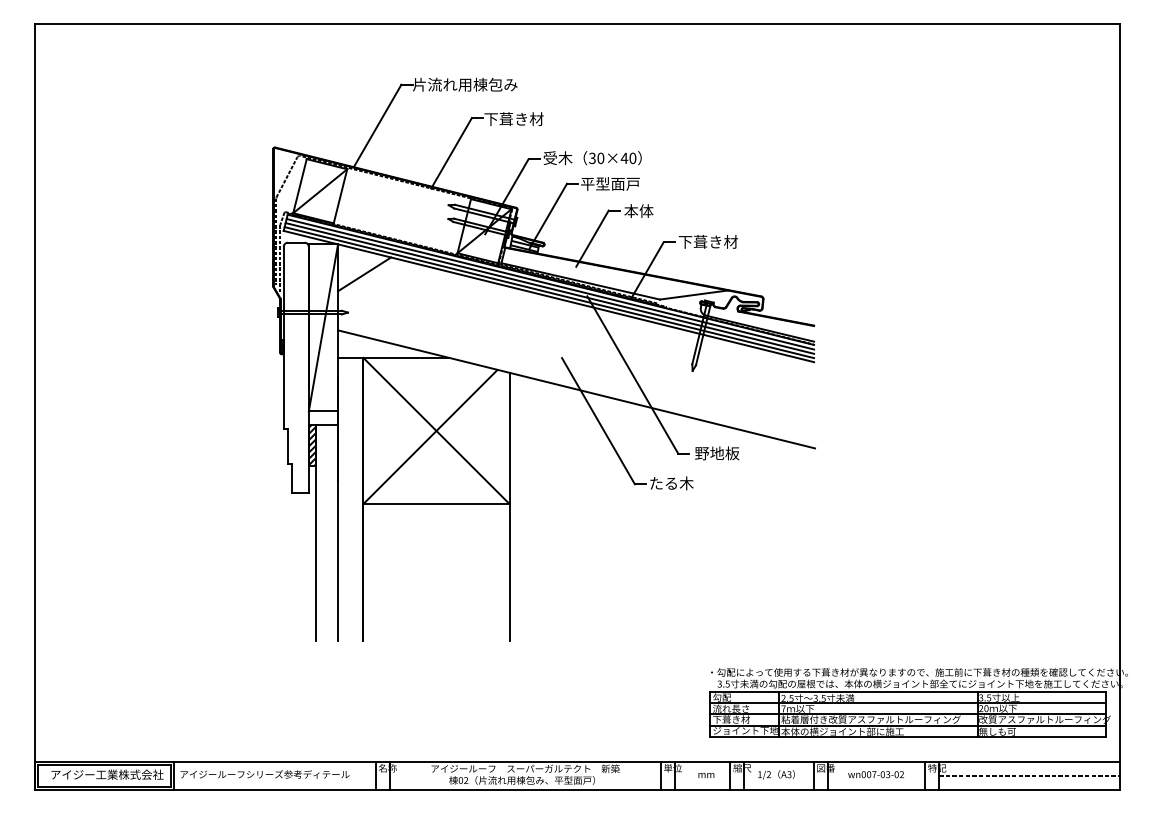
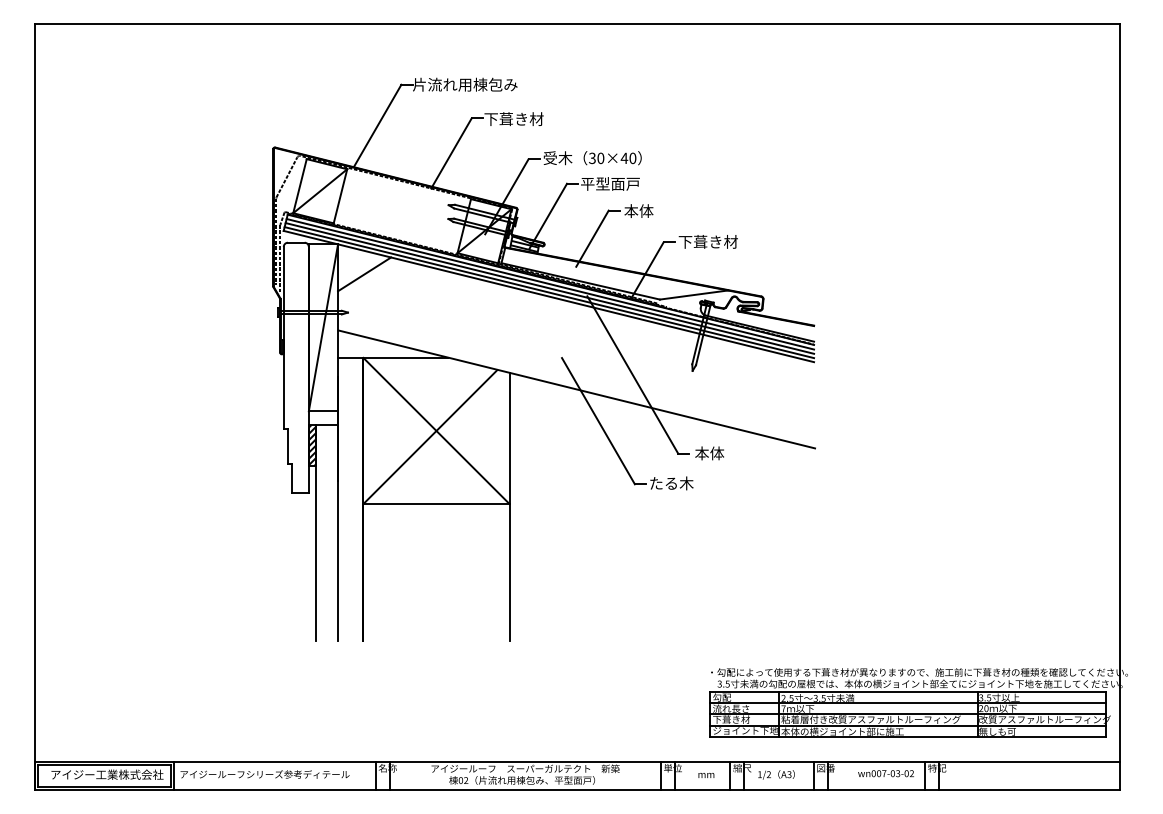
text at (717, 453): 野地板 -> 本体
text at (875, 774) position: (875, 774) -> (885, 773)
line at (1029, 775): present -> none
